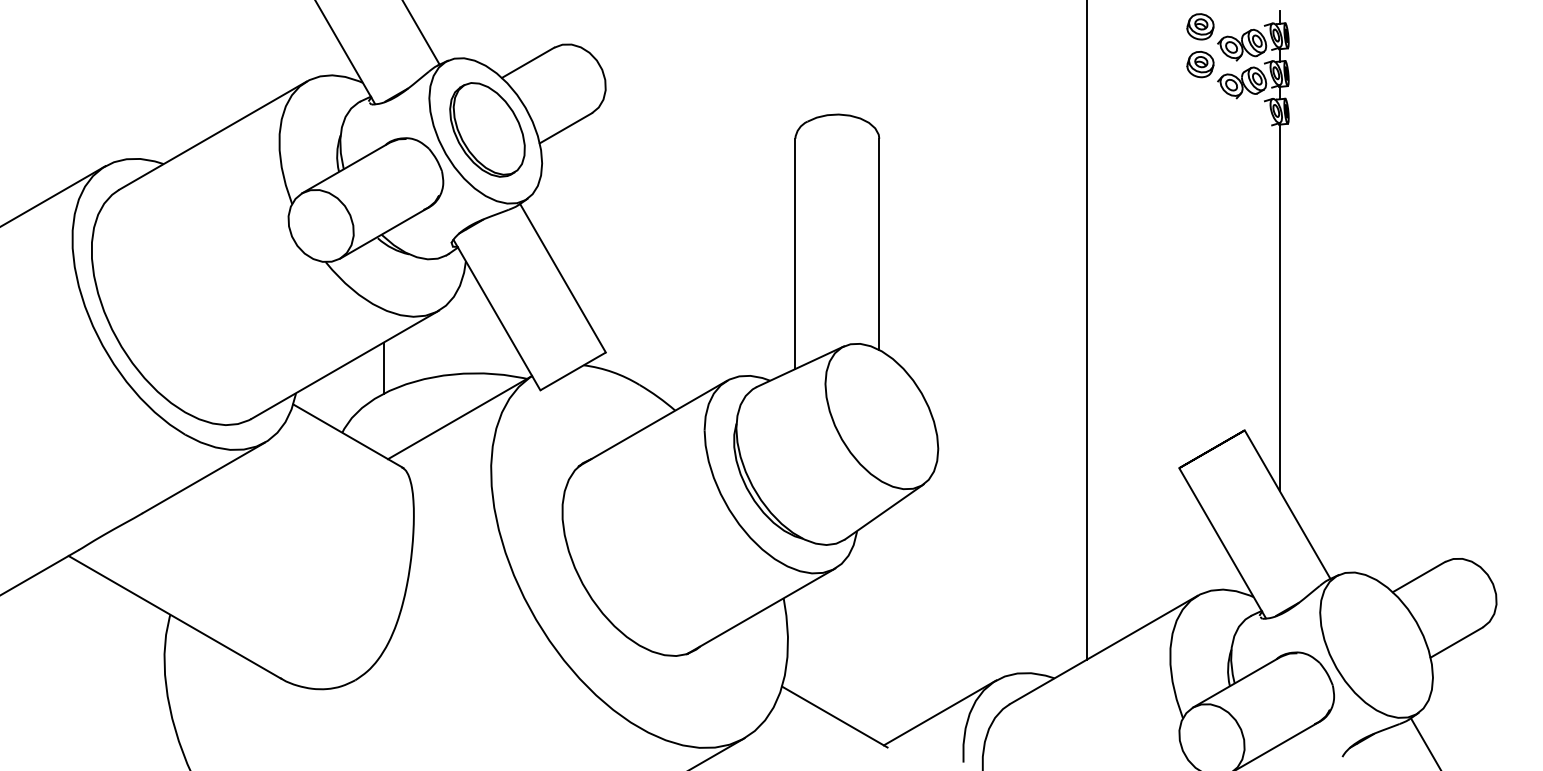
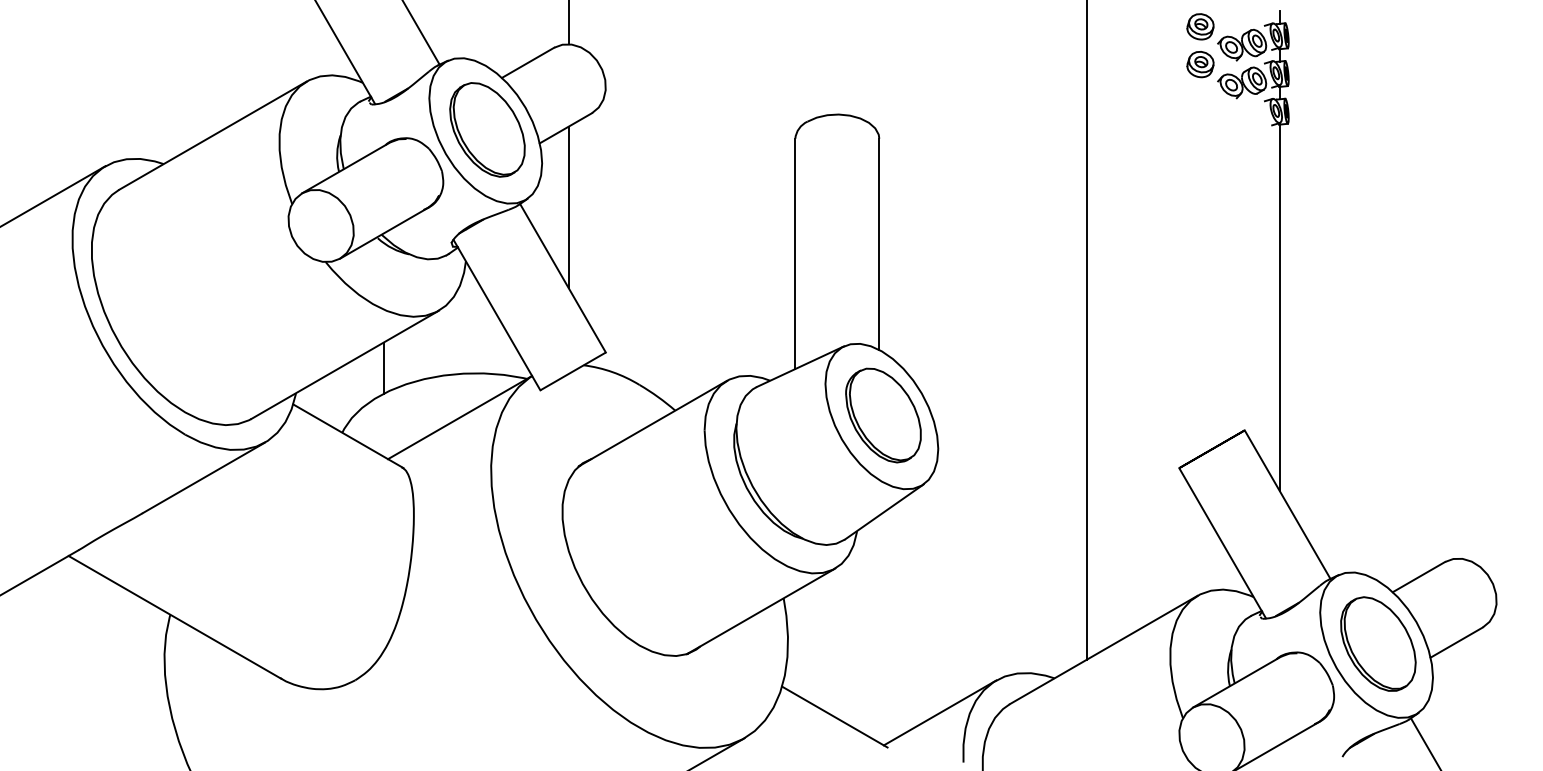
line at (568, 23): none -> present
line at (568, 207): none -> present
part at (883, 415): none -> present
part at (1378, 643): none -> present
